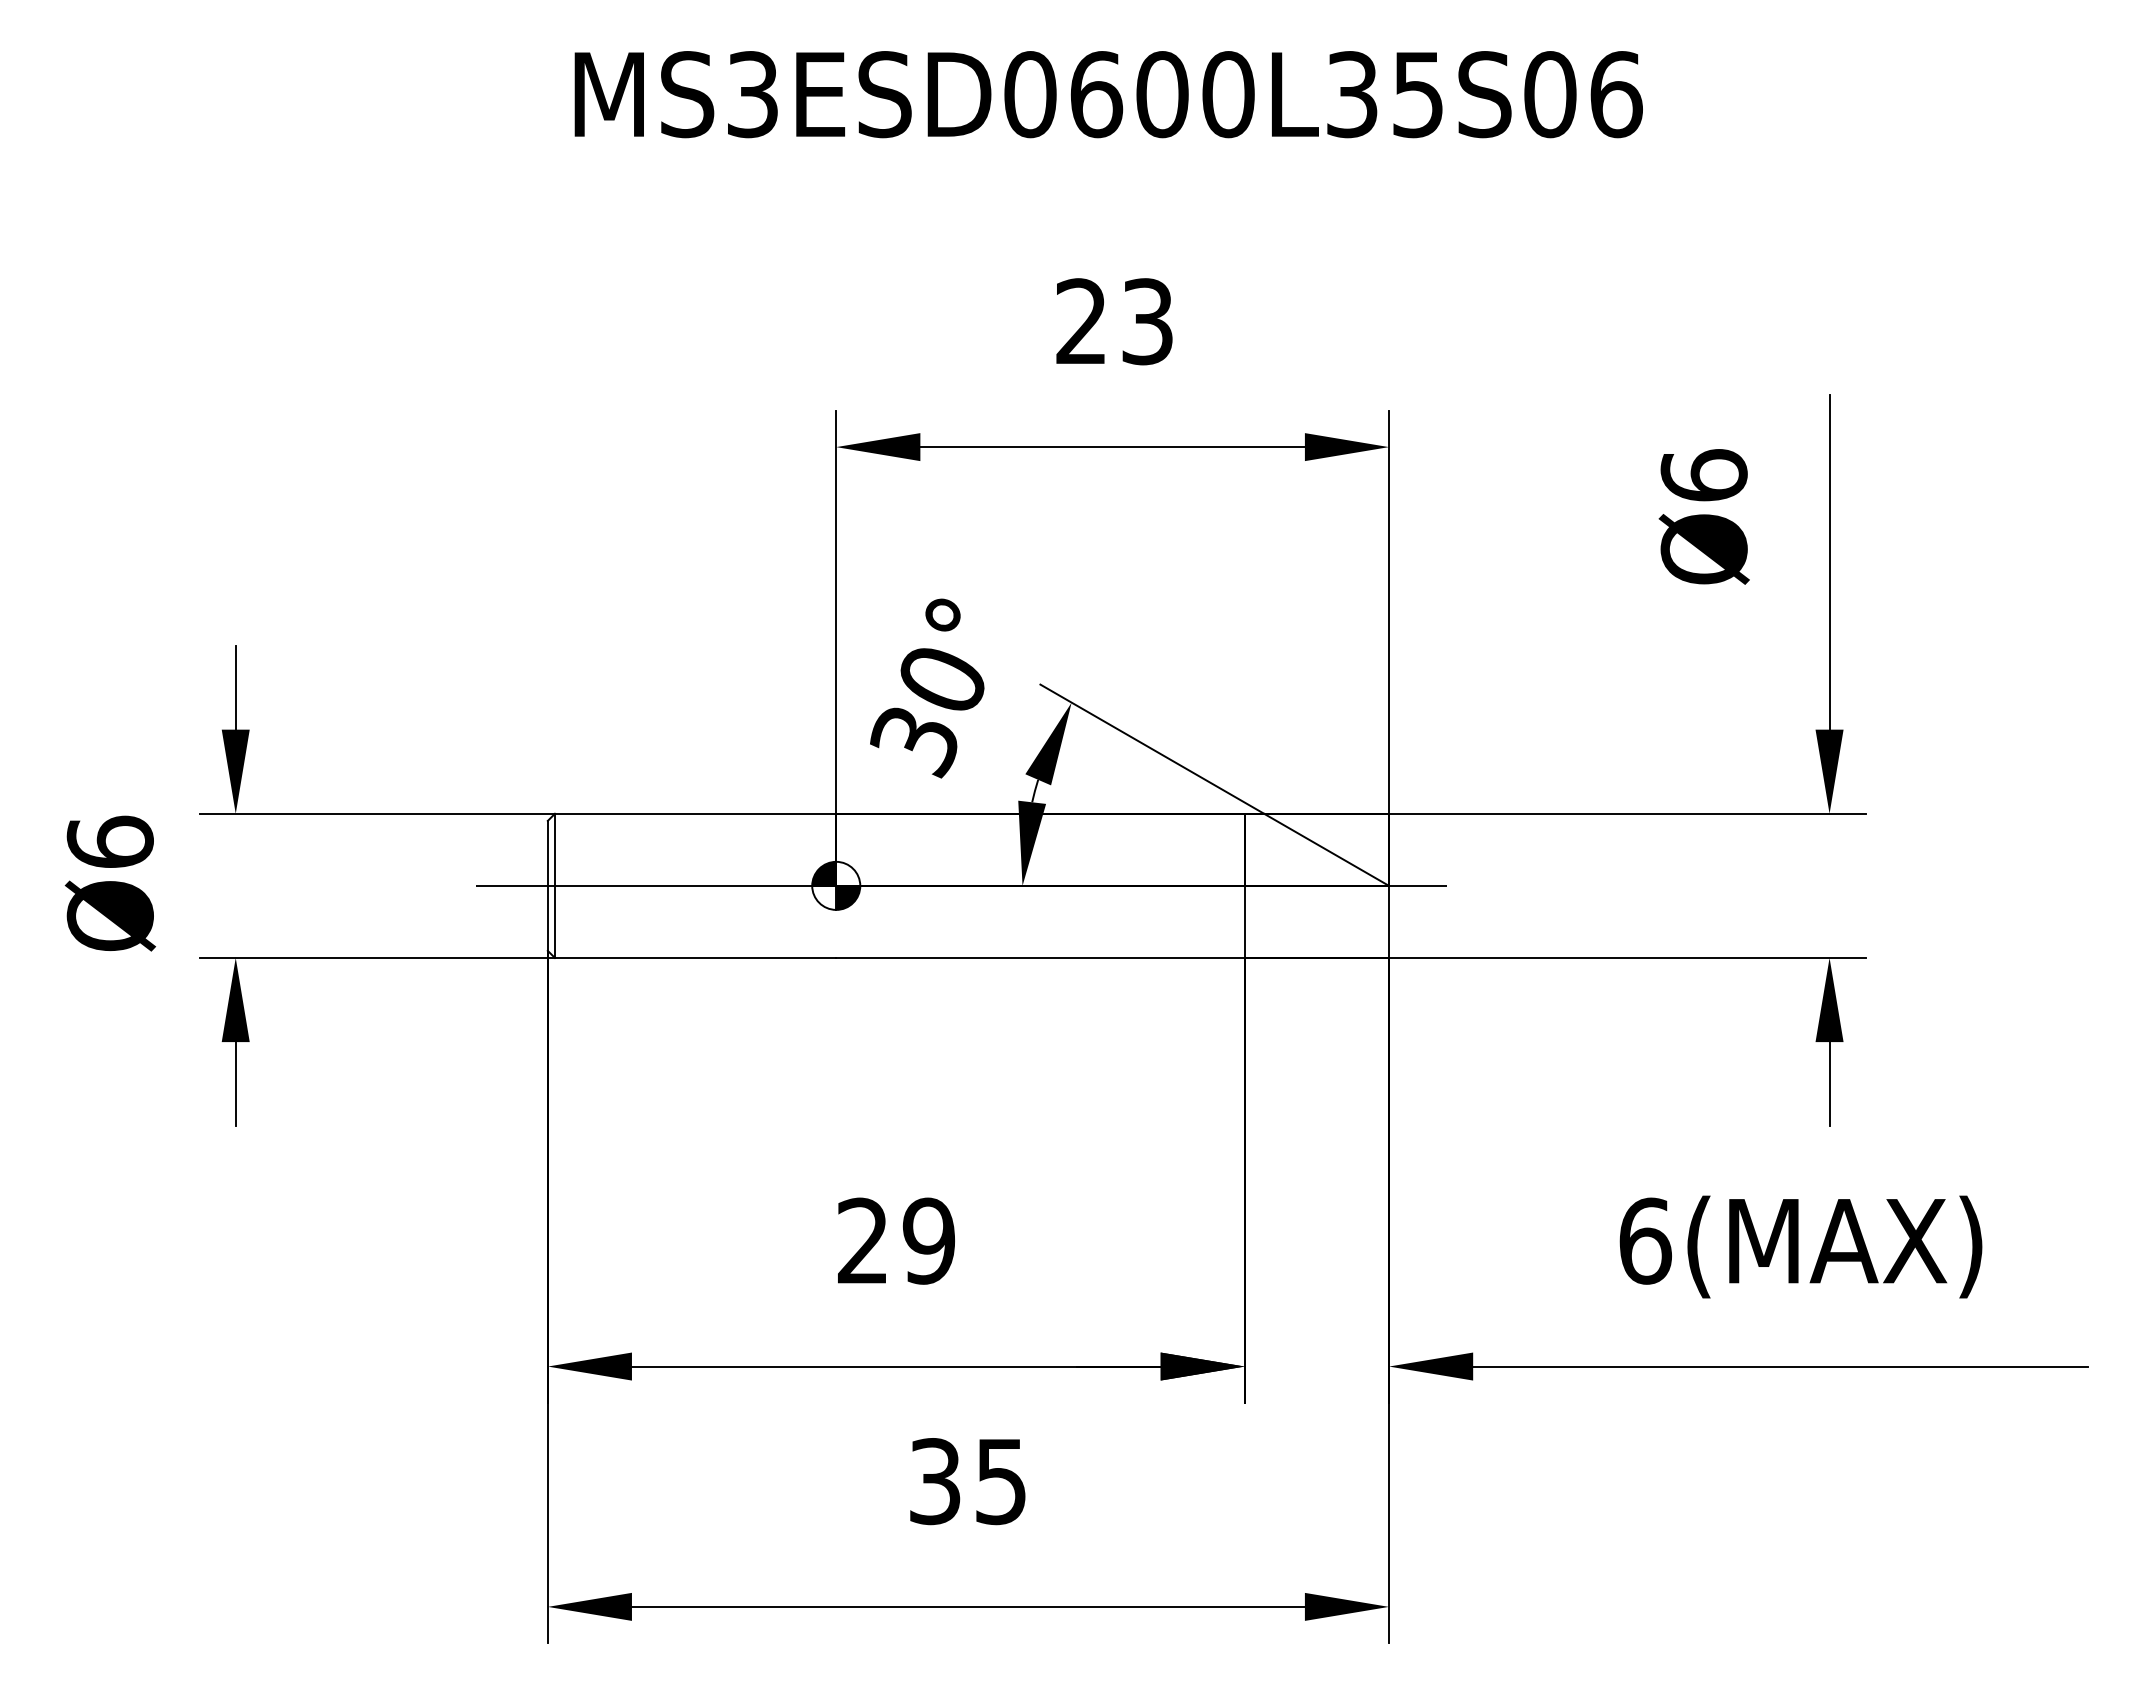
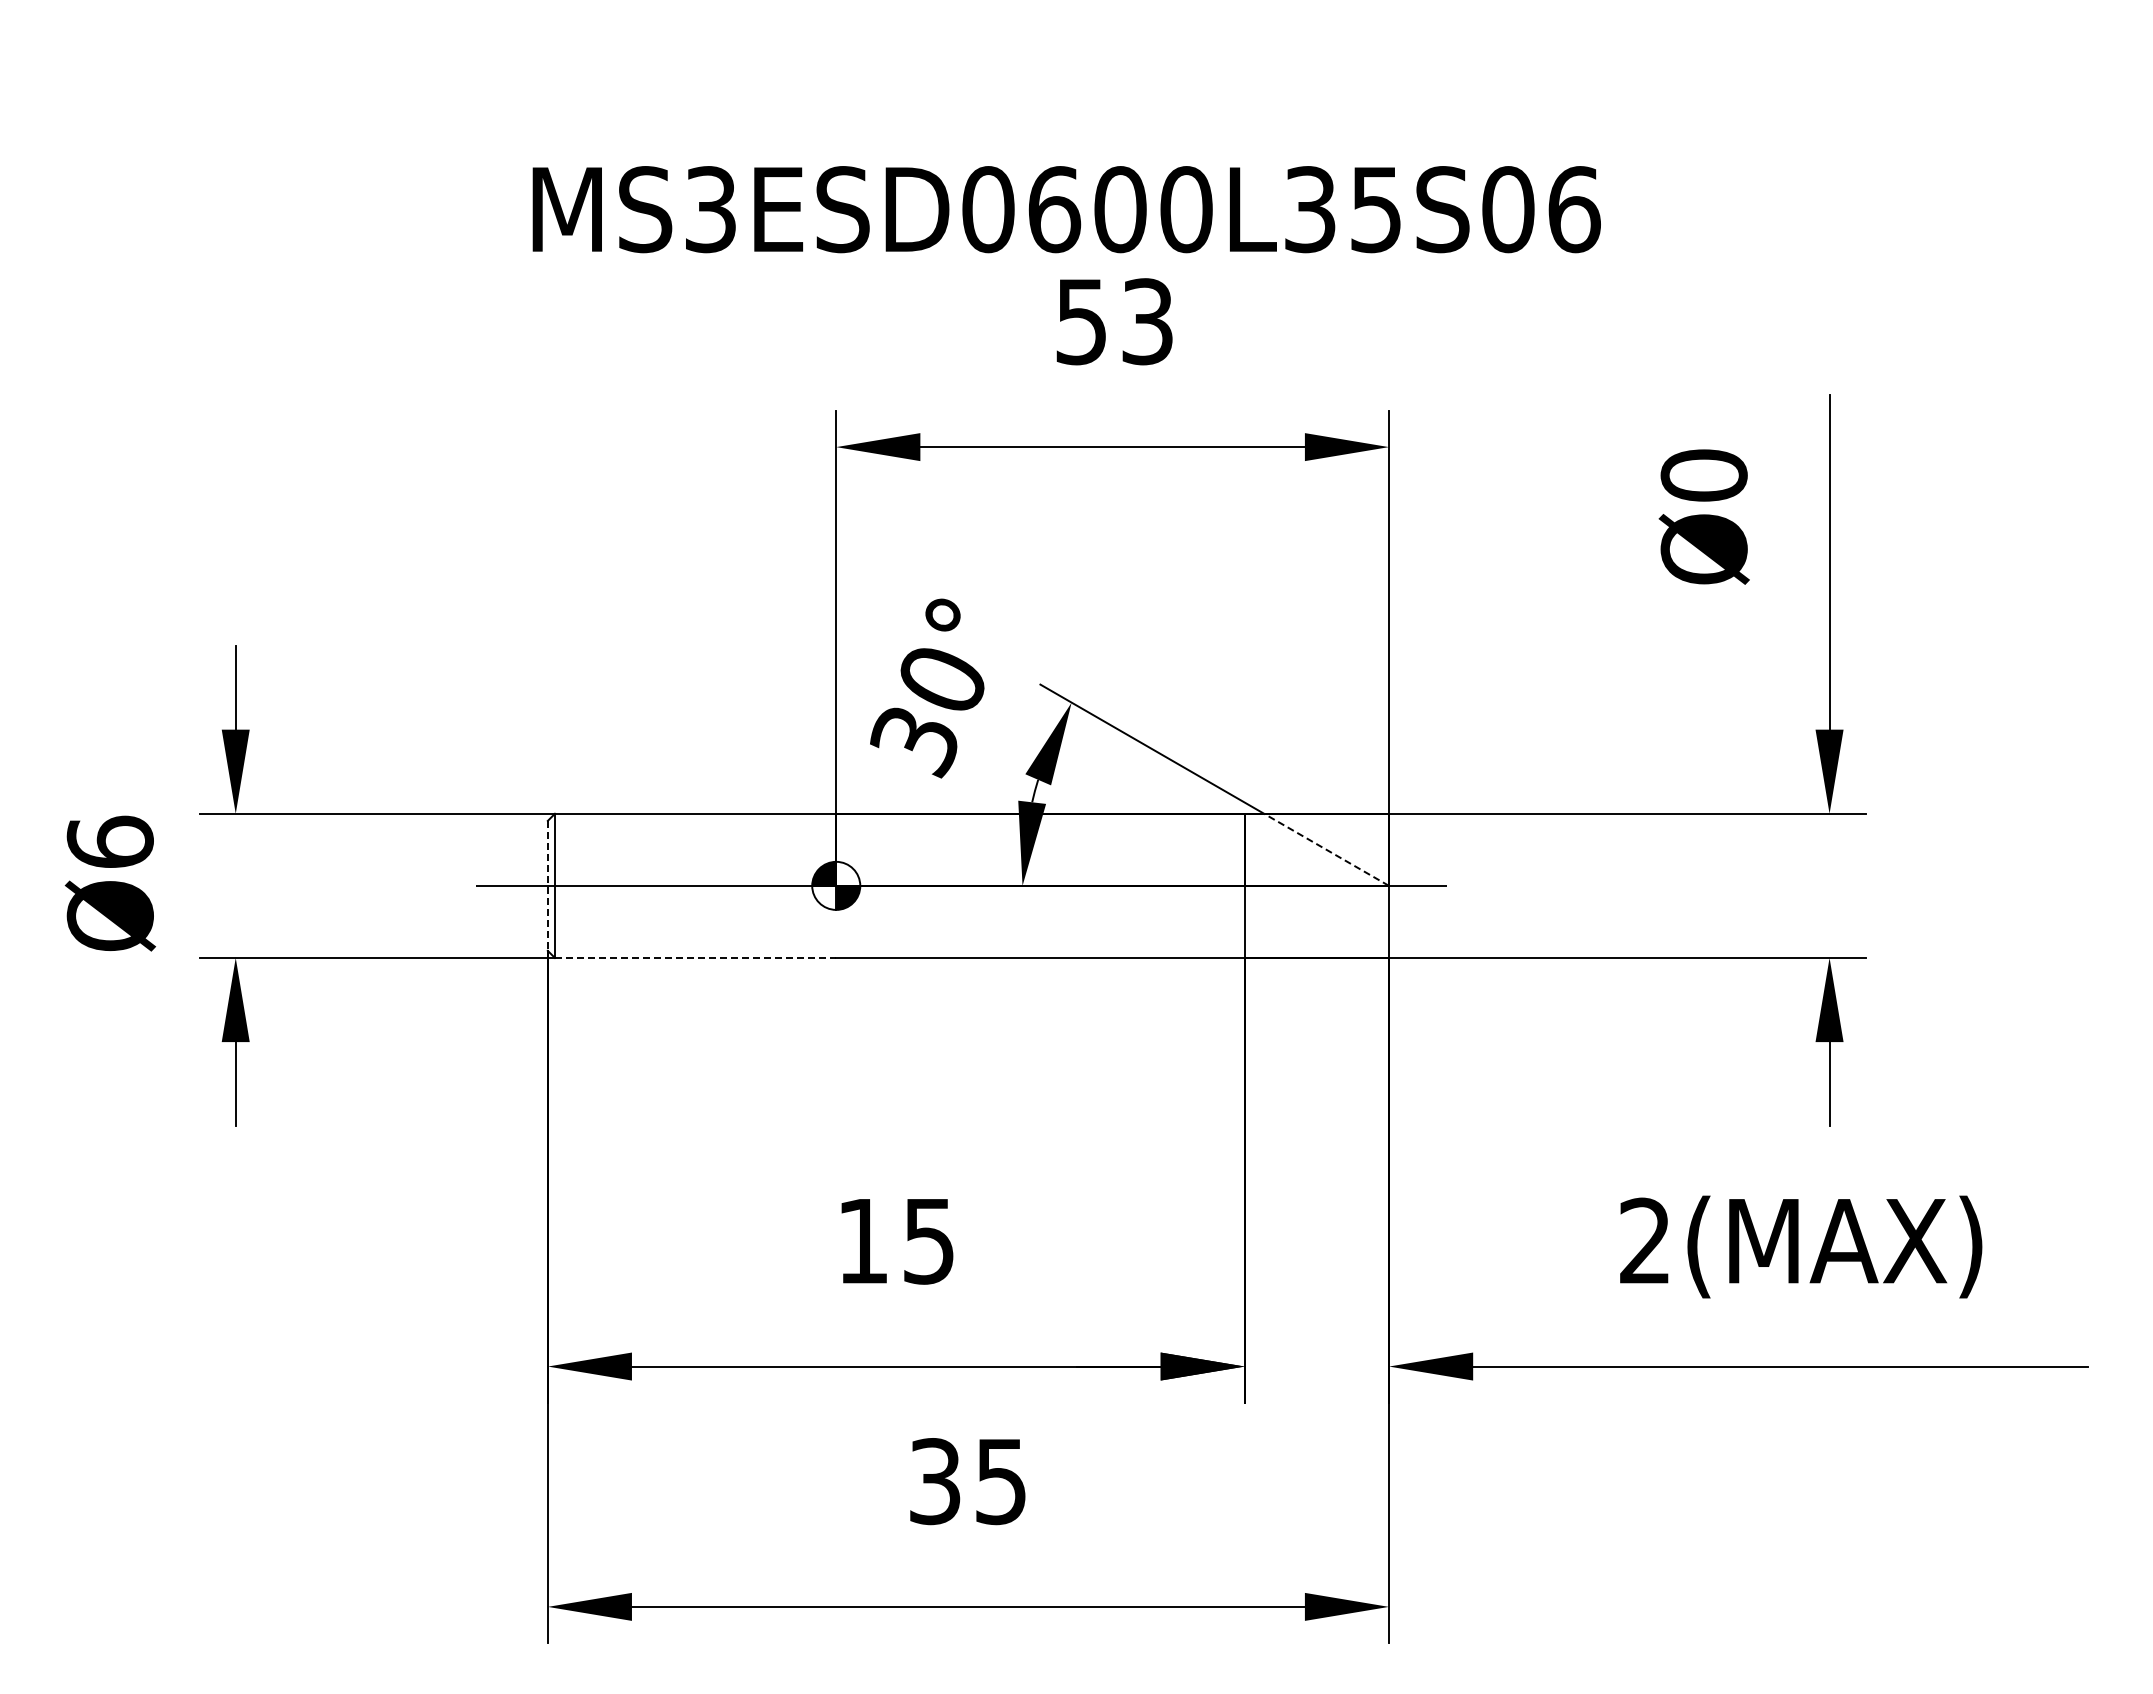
text at (1108, 94) position: (1108, 94) -> (1066, 209)
text at (1080, 321): 23 -> 53
text at (1703, 475): Ø6 -> Ø0
line at (1326, 849): solid -> dashed
line at (547, 885): solid -> dashed
line at (695, 957): solid -> dashed
text at (896, 1240): 29 -> 15
text at (1645, 1240): 6(MAX) -> 2(MAX)
